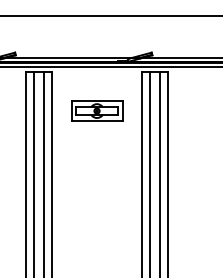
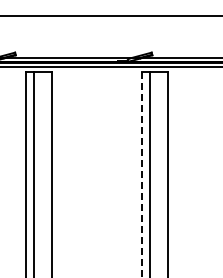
part at (97, 110): present -> none
line at (44, 173): present -> none
line at (160, 173): present -> none
line at (142, 175): solid -> dashed
